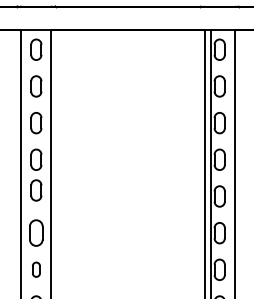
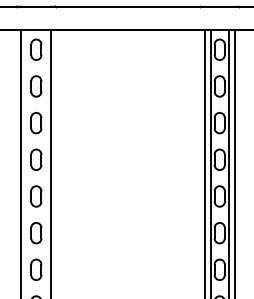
line at (228, 162): none -> present
part at (36, 190) position: (36, 190) -> (36, 196)
part at (36, 232) size: 15x28 px -> 13x23 px
part at (36, 269) size: 9x17 px -> 13x23 px
